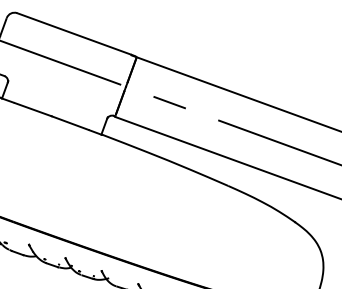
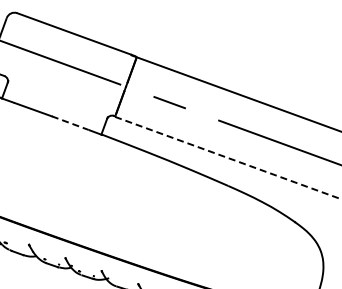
line at (70, 123): solid -> dashed
line at (228, 158): solid -> dashed
